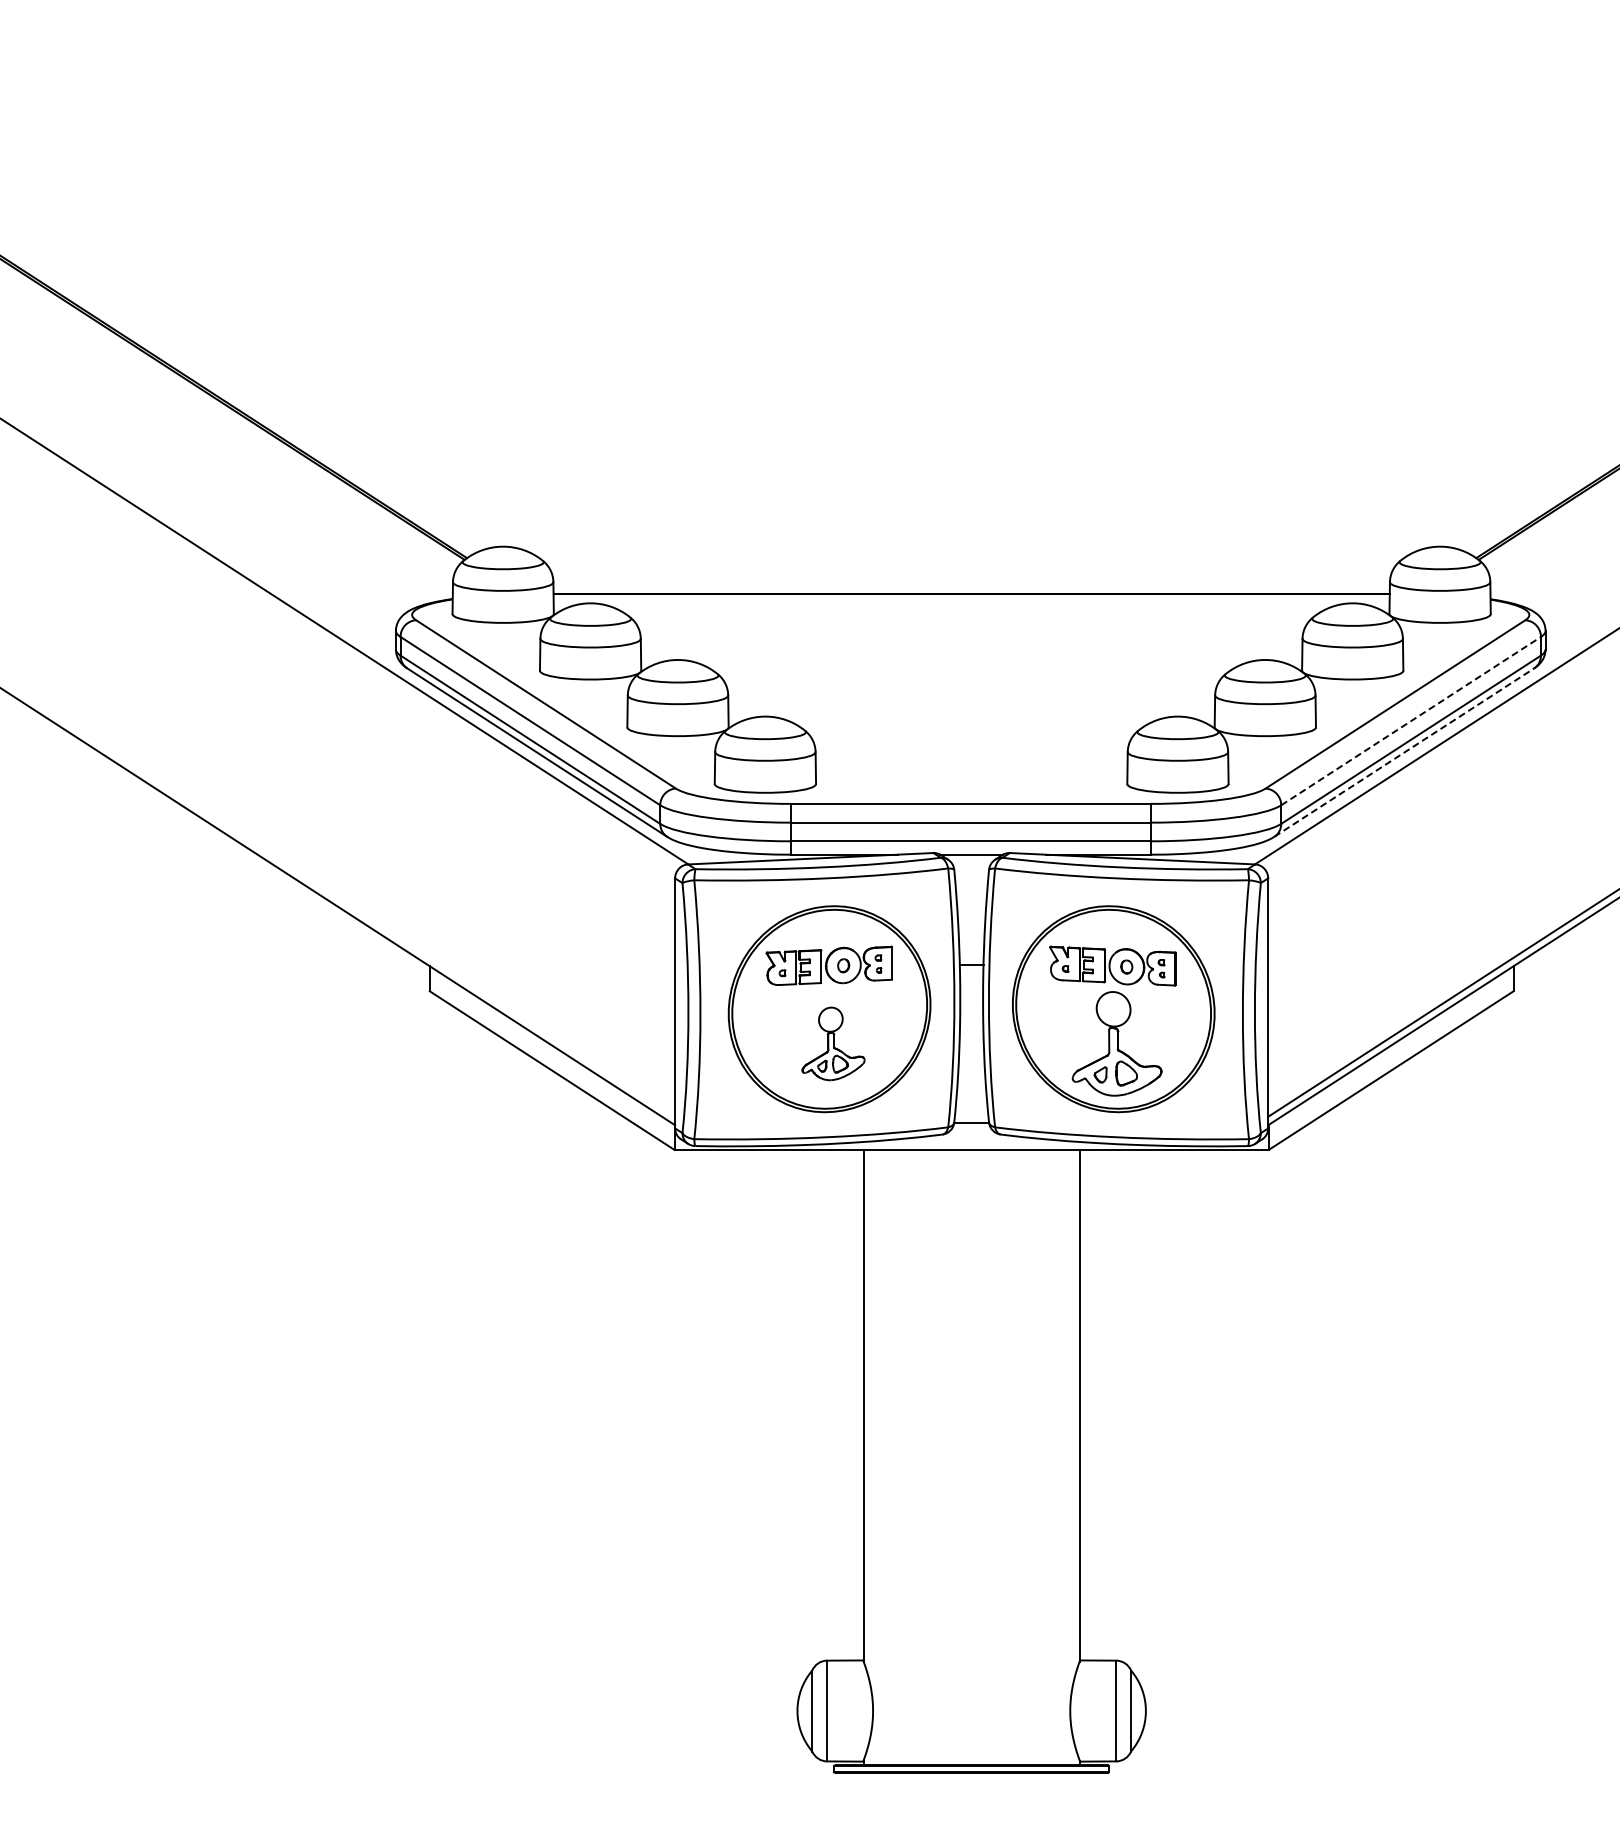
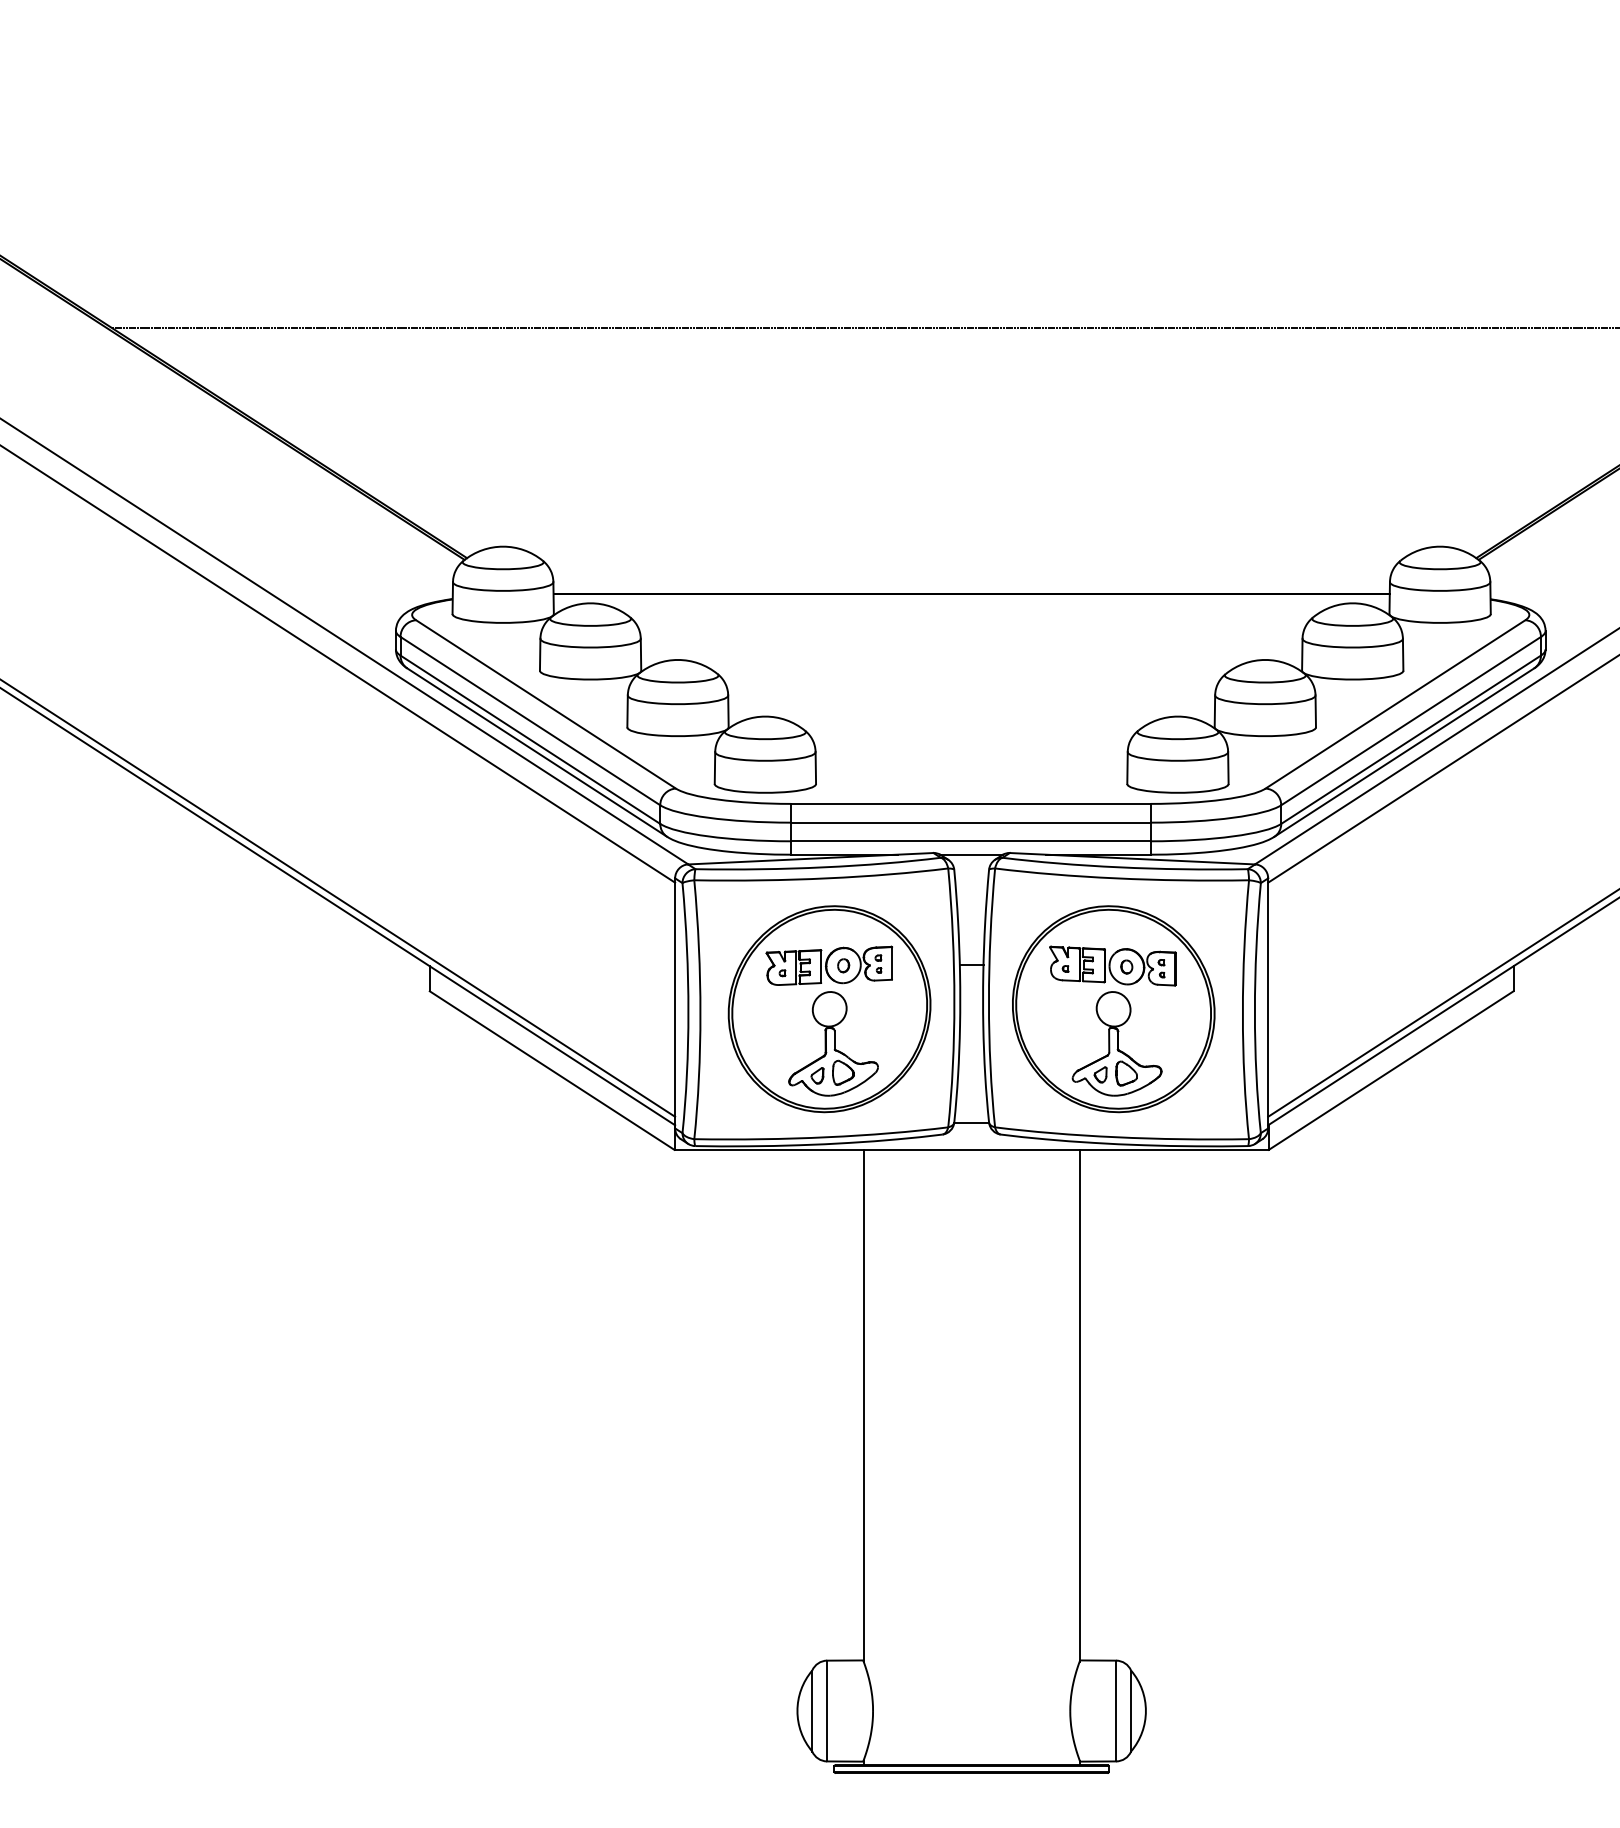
line at (863, 327): none -> present
line at (338, 664): none -> present
line at (1411, 721): dashed -> solid
line at (1404, 752): dashed -> solid
line at (1442, 769): none -> present
line at (338, 898): none -> present
part at (833, 1043) size: 65x76 px -> 91x106 px
